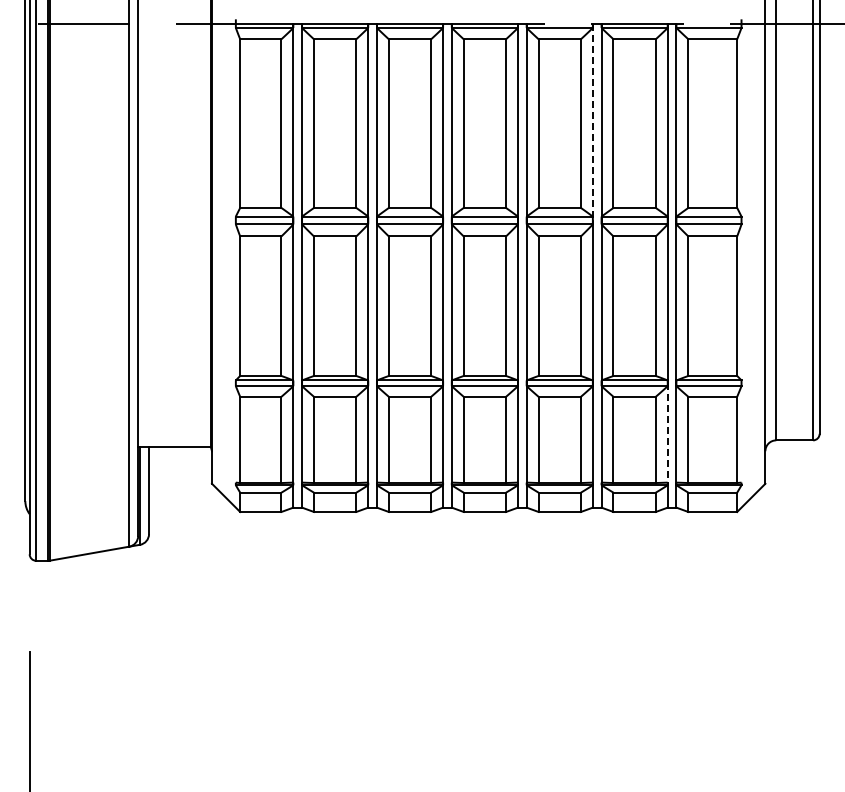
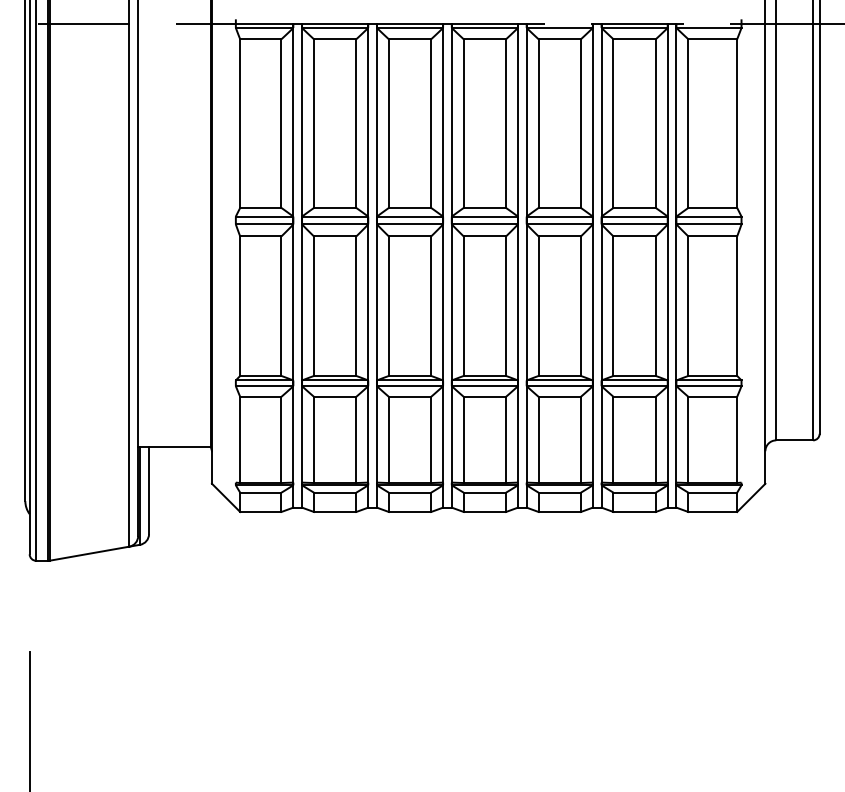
line at (592, 122): dashed -> solid
line at (667, 434): dashed -> solid
